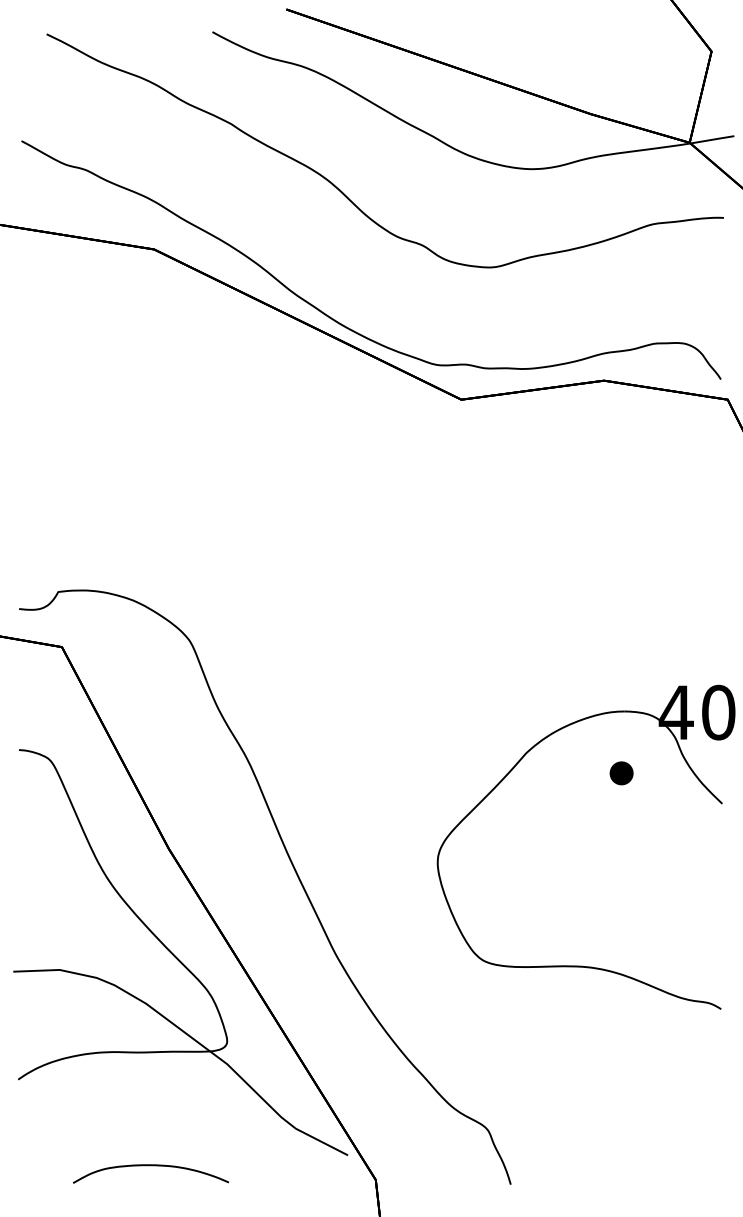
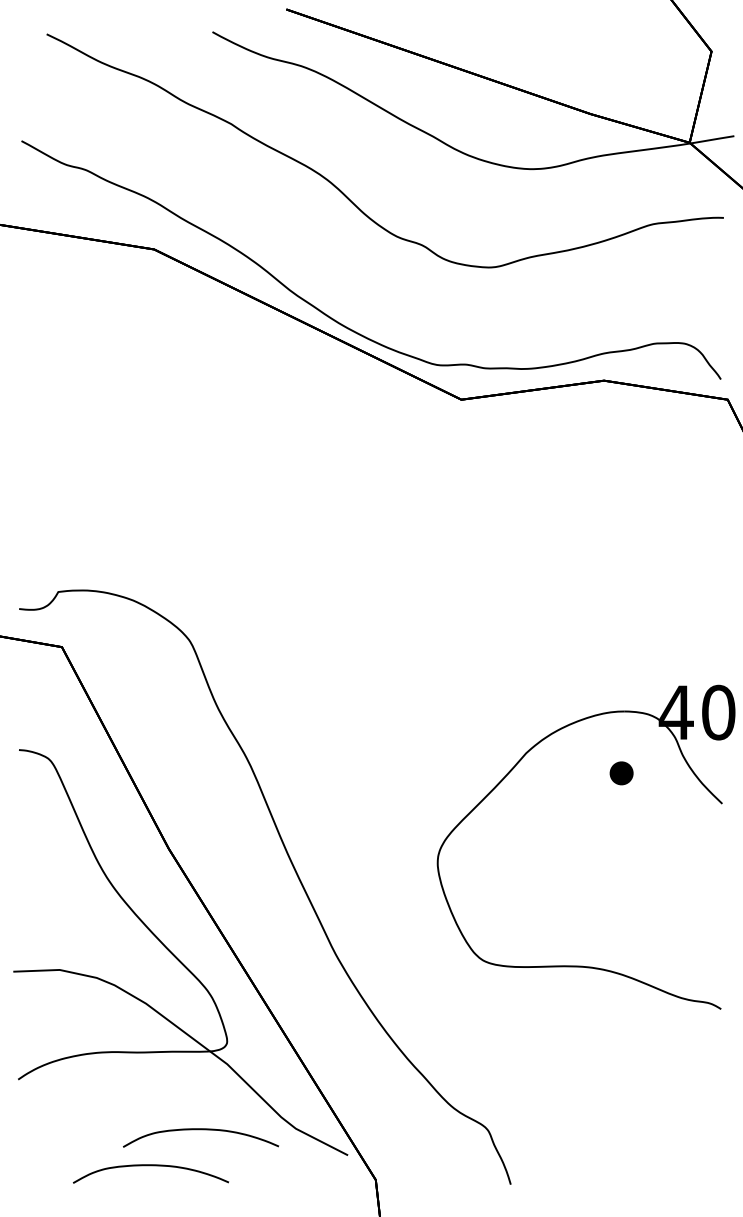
curve at (201, 1130): none -> present
